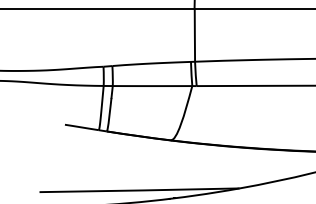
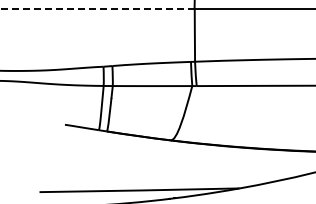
line at (97, 9): solid -> dashed
